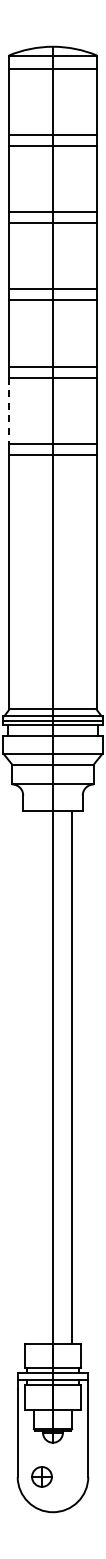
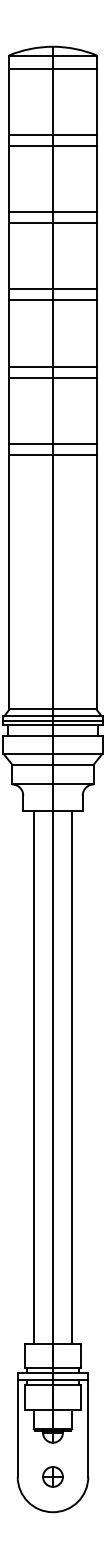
line at (9, 411): dashed -> solid
line at (33, 1076): none -> present
part at (41, 1476) position: (41, 1476) -> (52, 1476)
